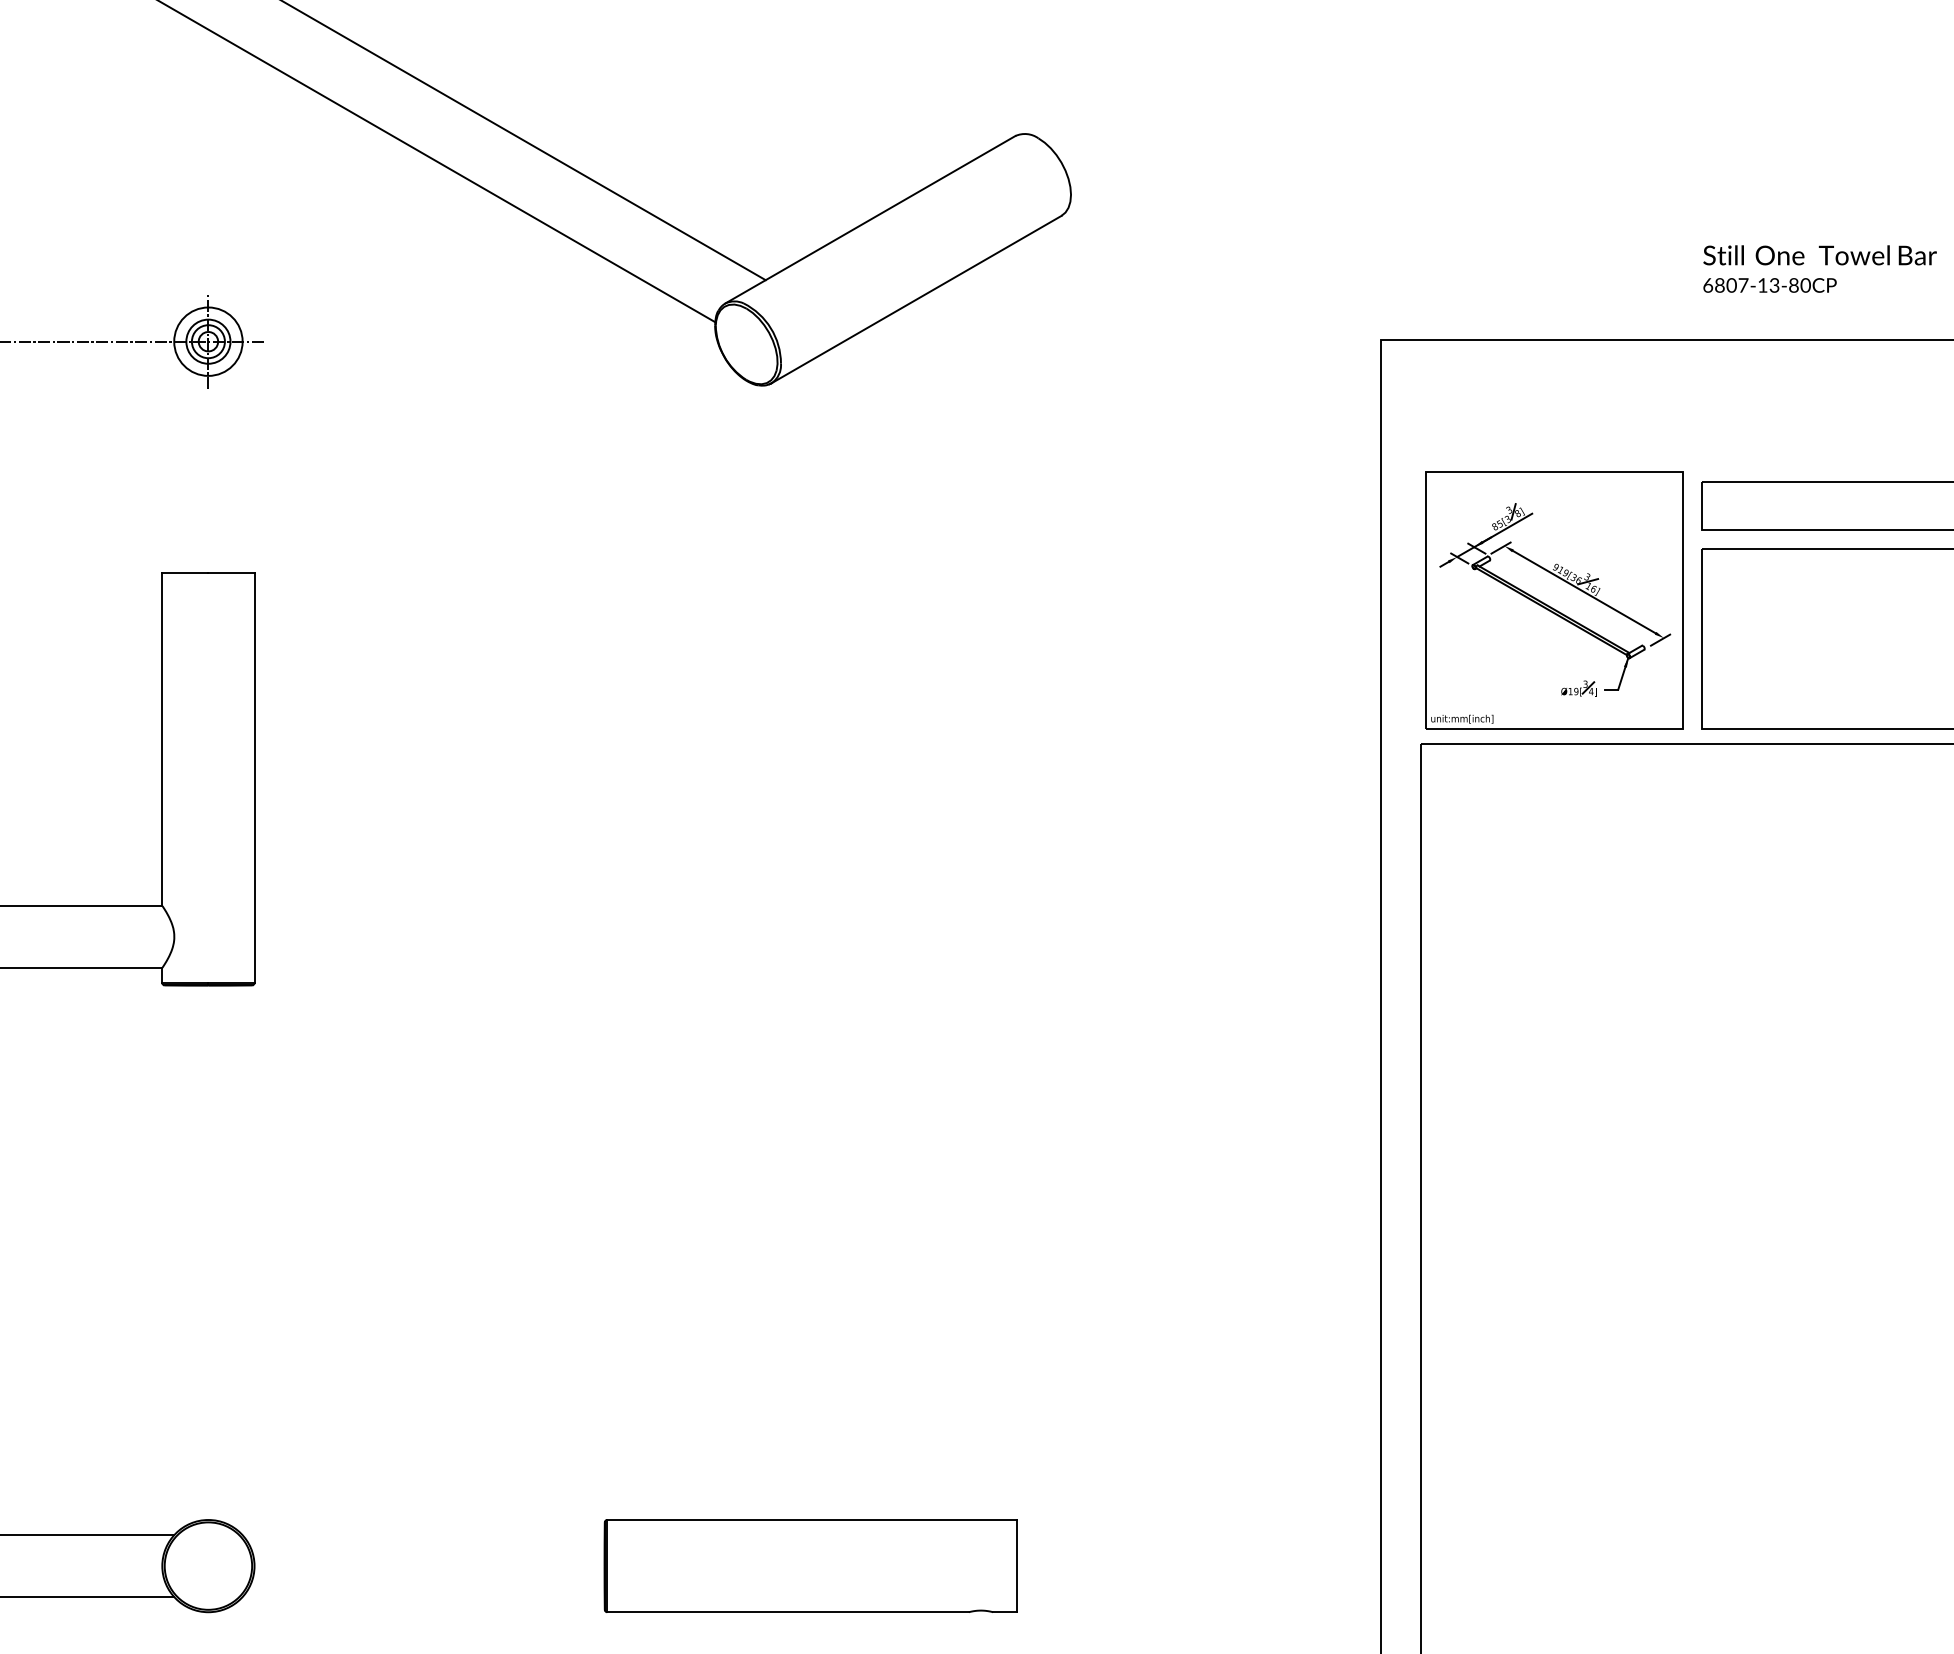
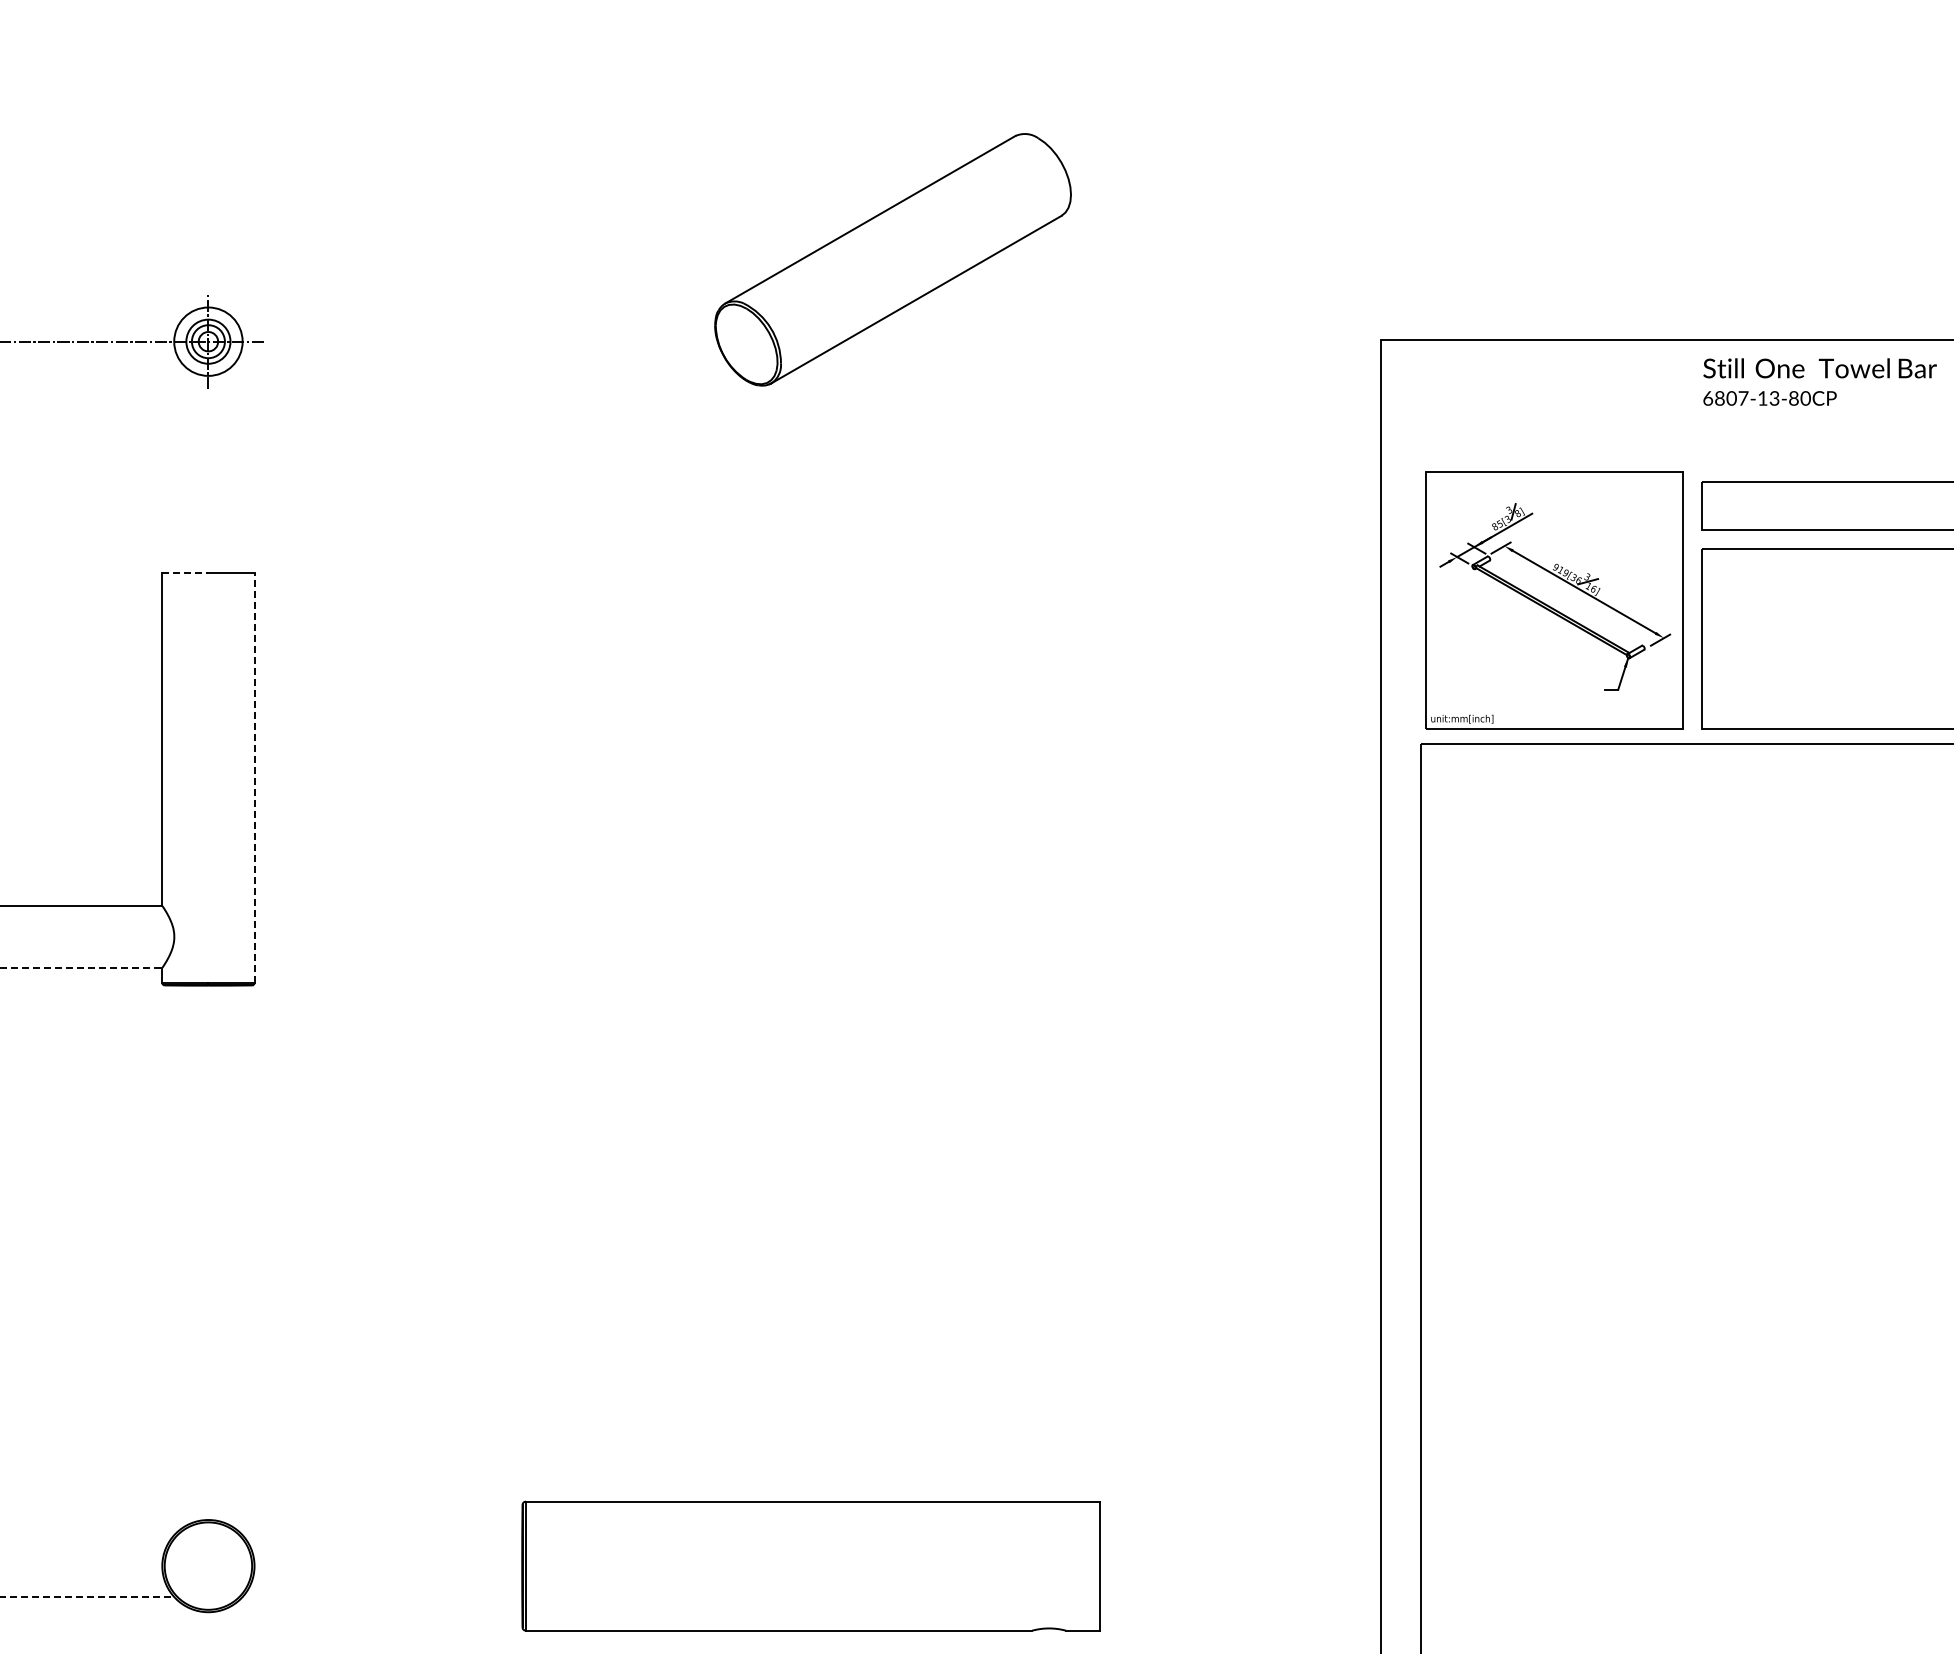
line at (524, 141): present -> none
line at (437, 162): present -> none
text at (1819, 268) position: (1819, 268) -> (1819, 381)
line at (185, 572): solid -> dashed
part at (1578, 688): present -> none
line at (254, 777): solid -> dashed
line at (81, 967): solid -> dashed
line at (88, 1535): present -> none
part at (810, 1565) size: 415x94 px -> 580x132 px
line at (87, 1596): solid -> dashed
